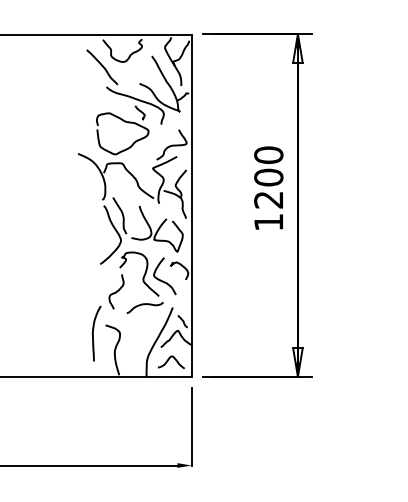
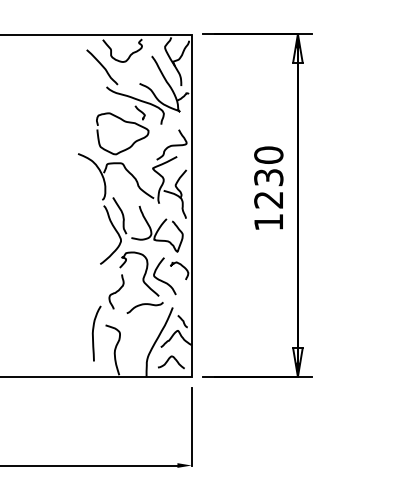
text at (268, 177): 1200 -> 1230
